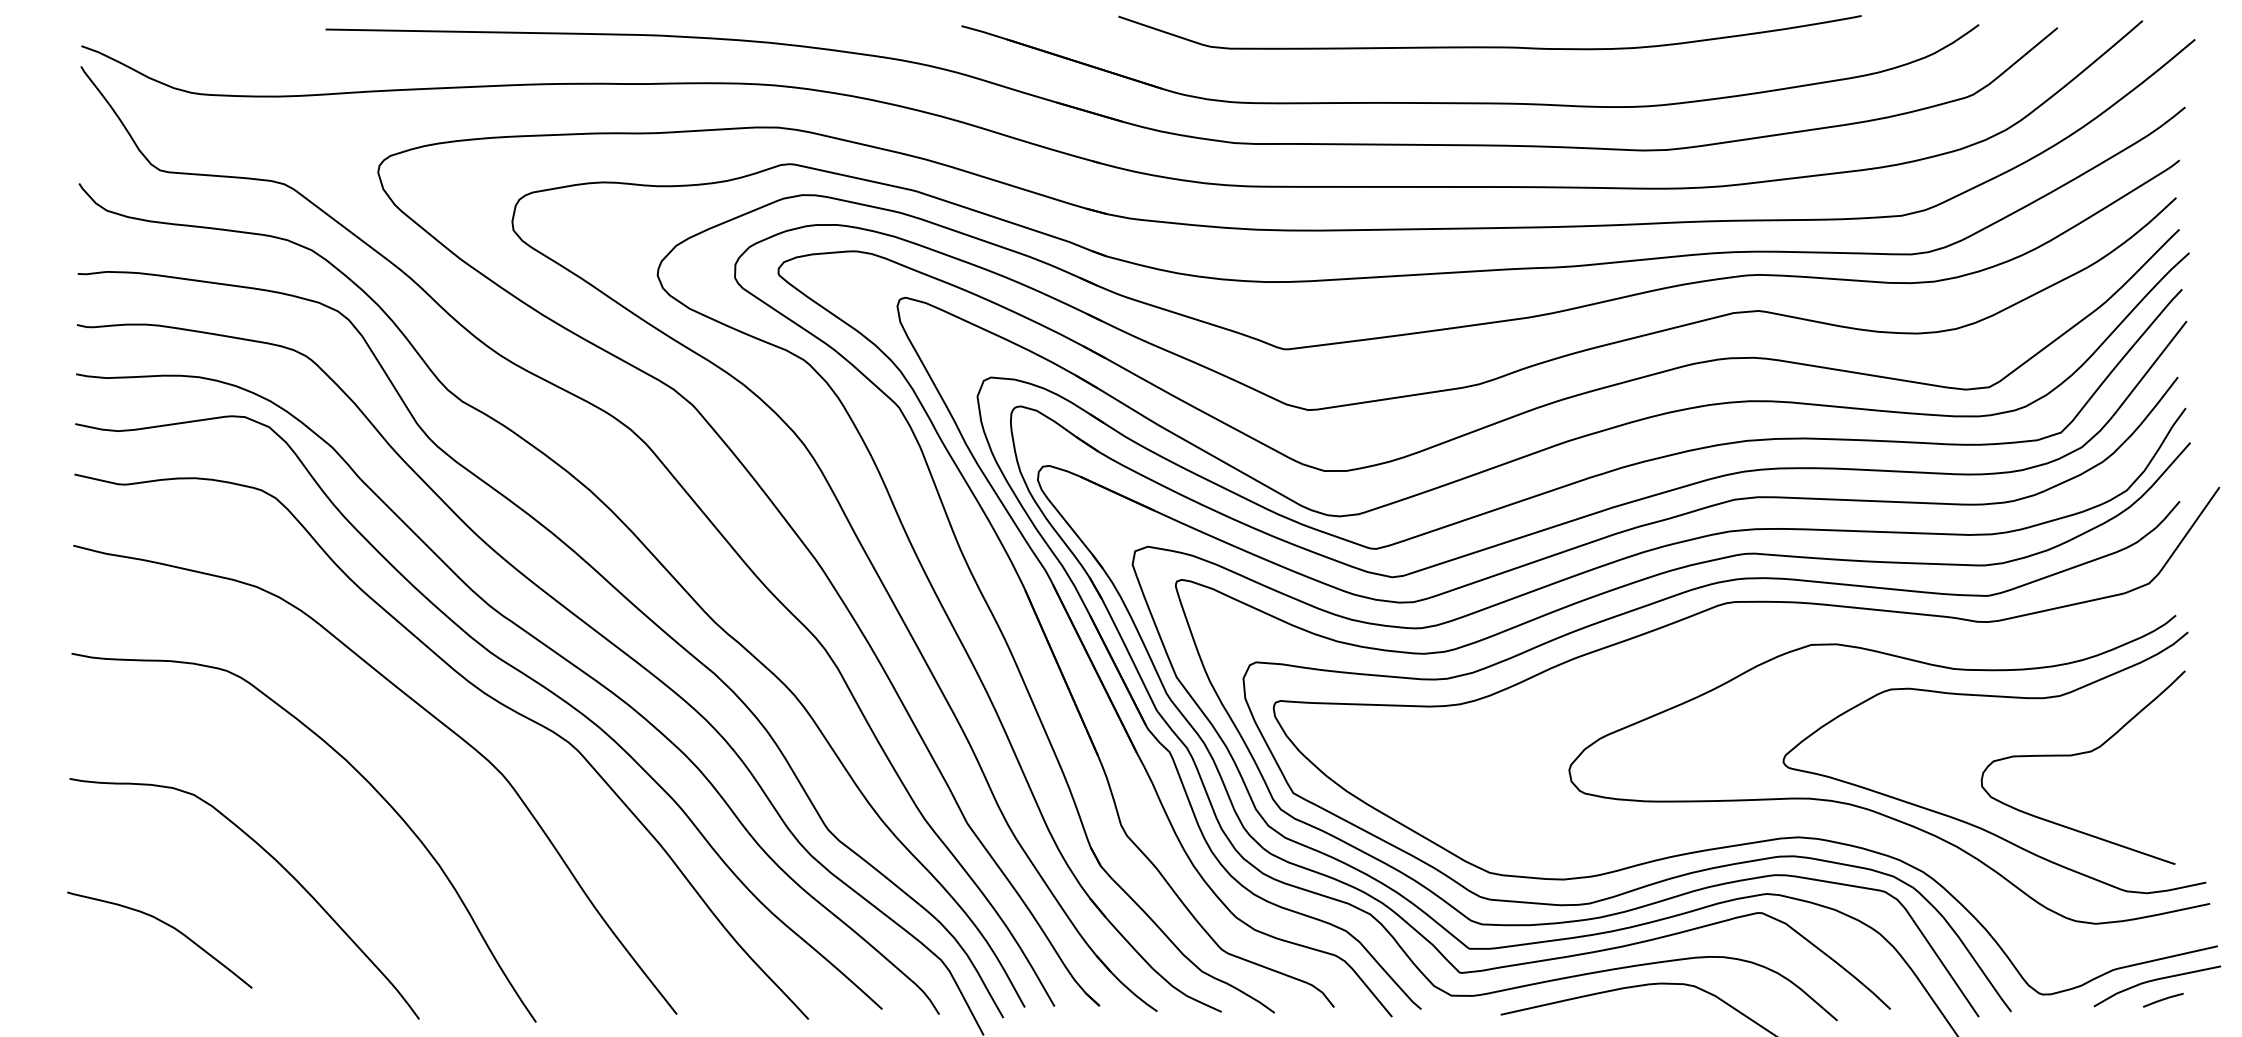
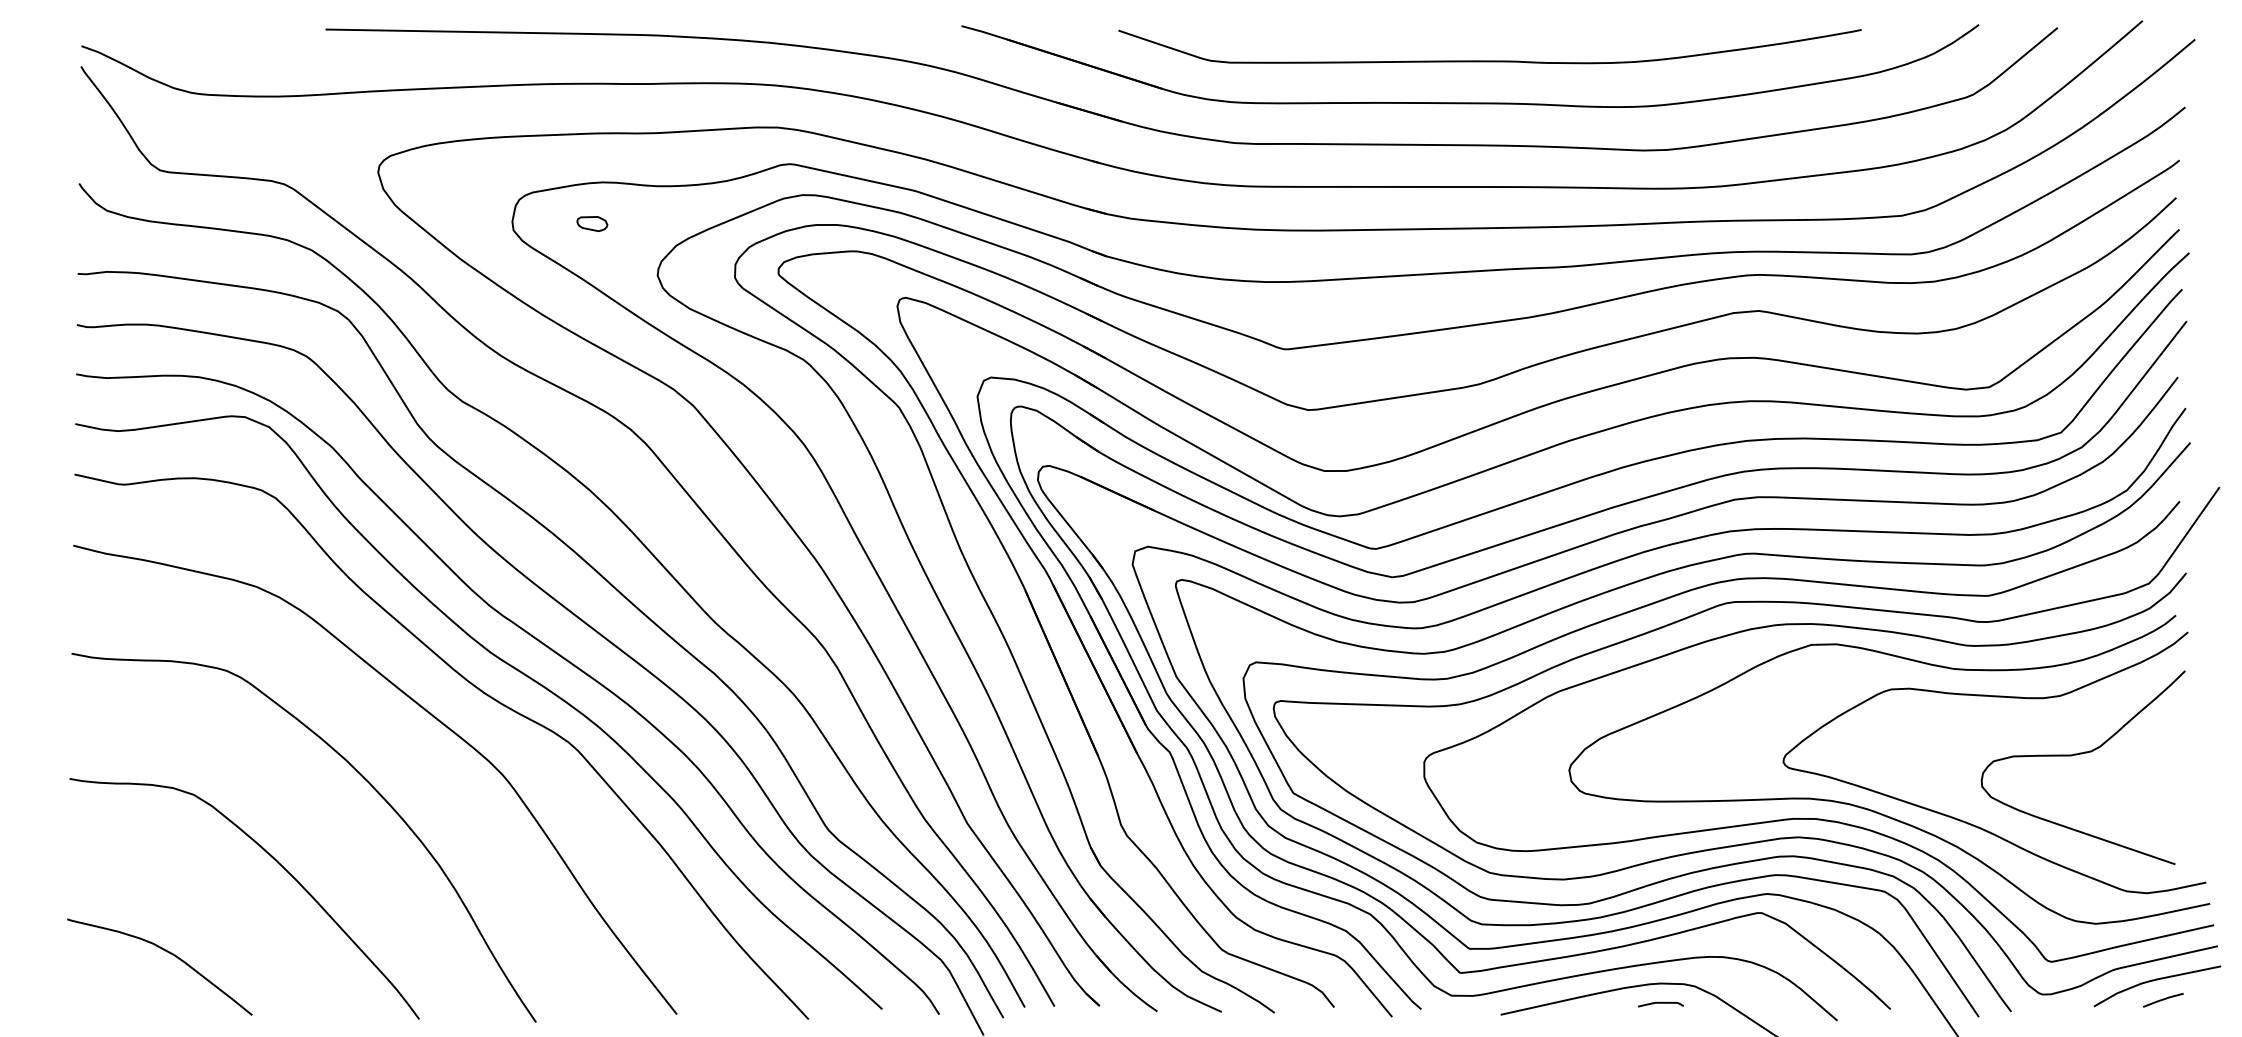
curve at (1489, 46) position: (1489, 46) -> (1489, 60)
part at (592, 224): none -> present
curve at (1818, 818): none -> present
curve at (167, 925) position: (167, 925) -> (167, 952)
curve at (1660, 1003): none -> present
